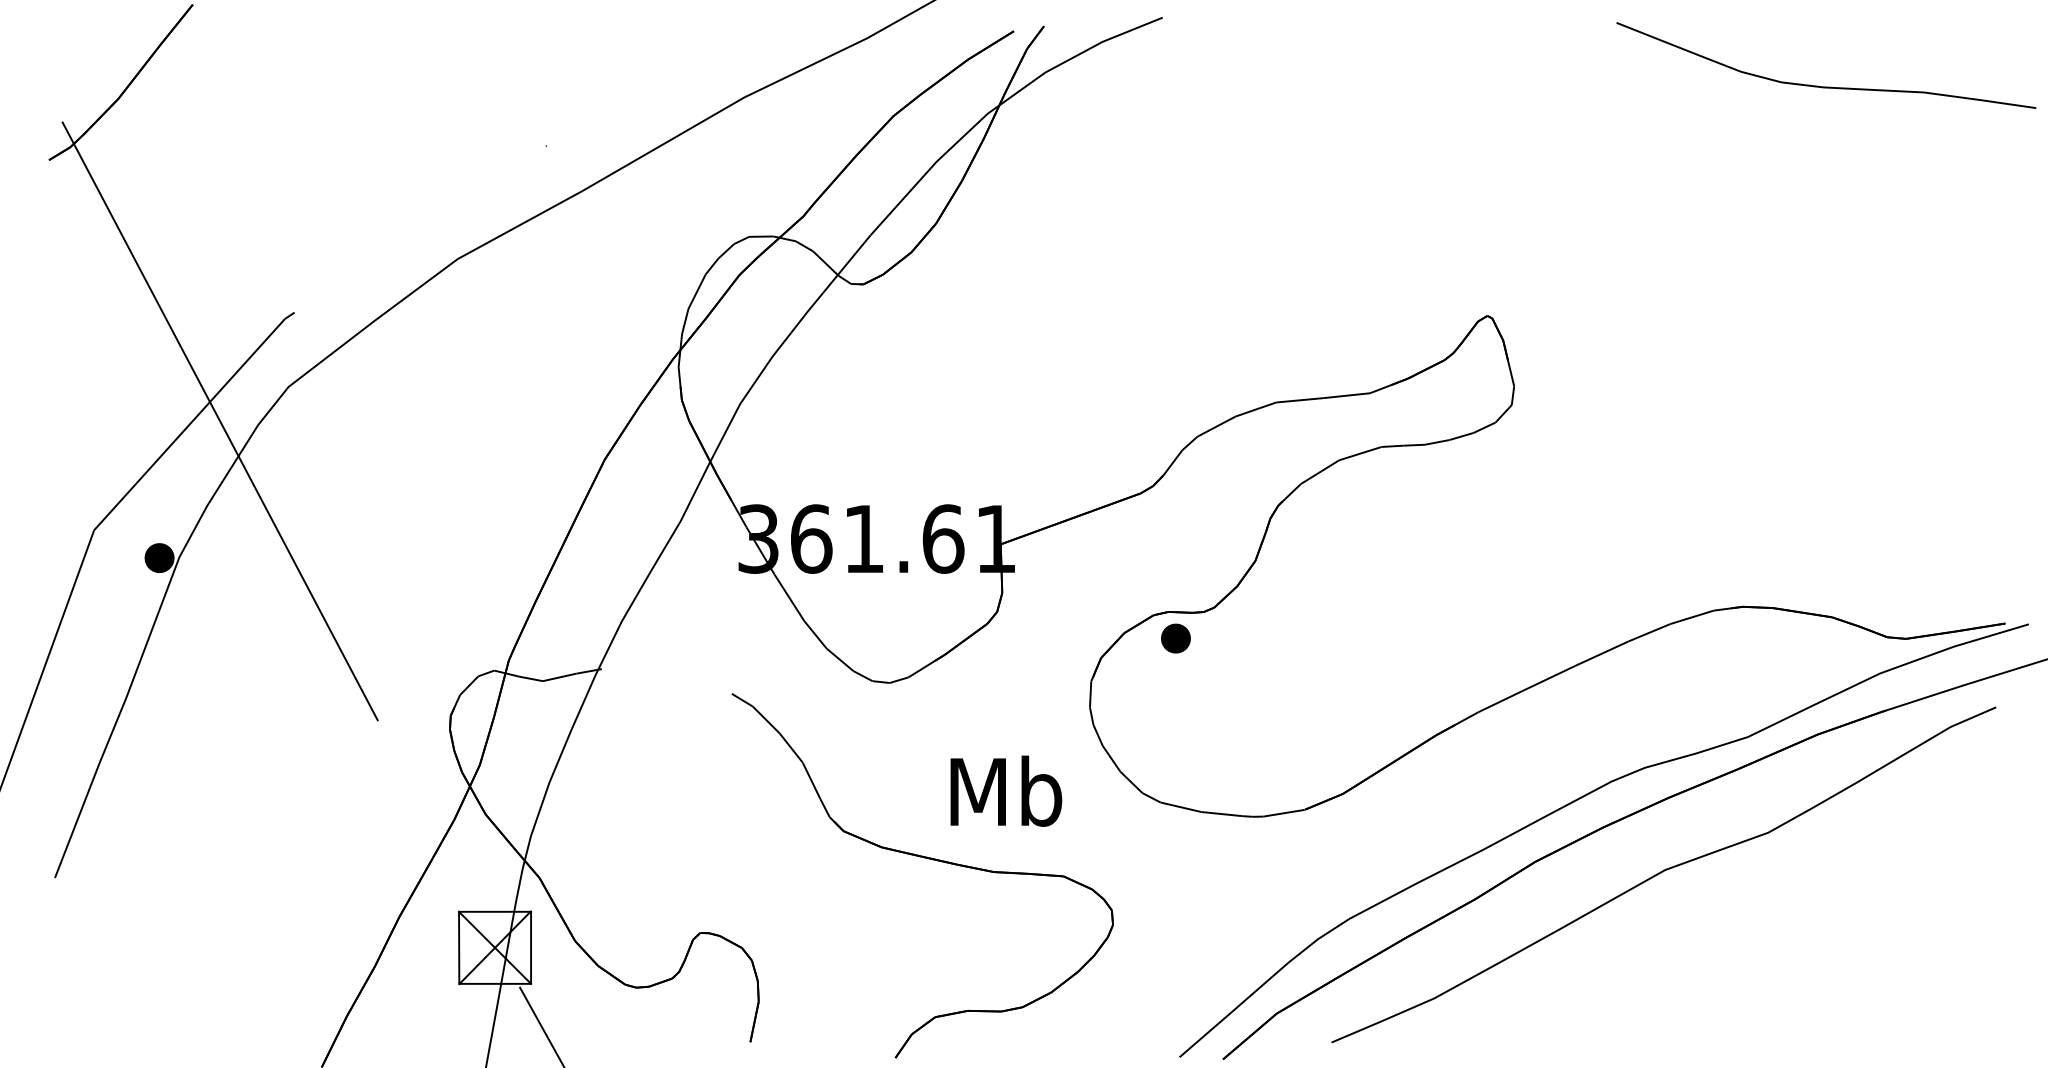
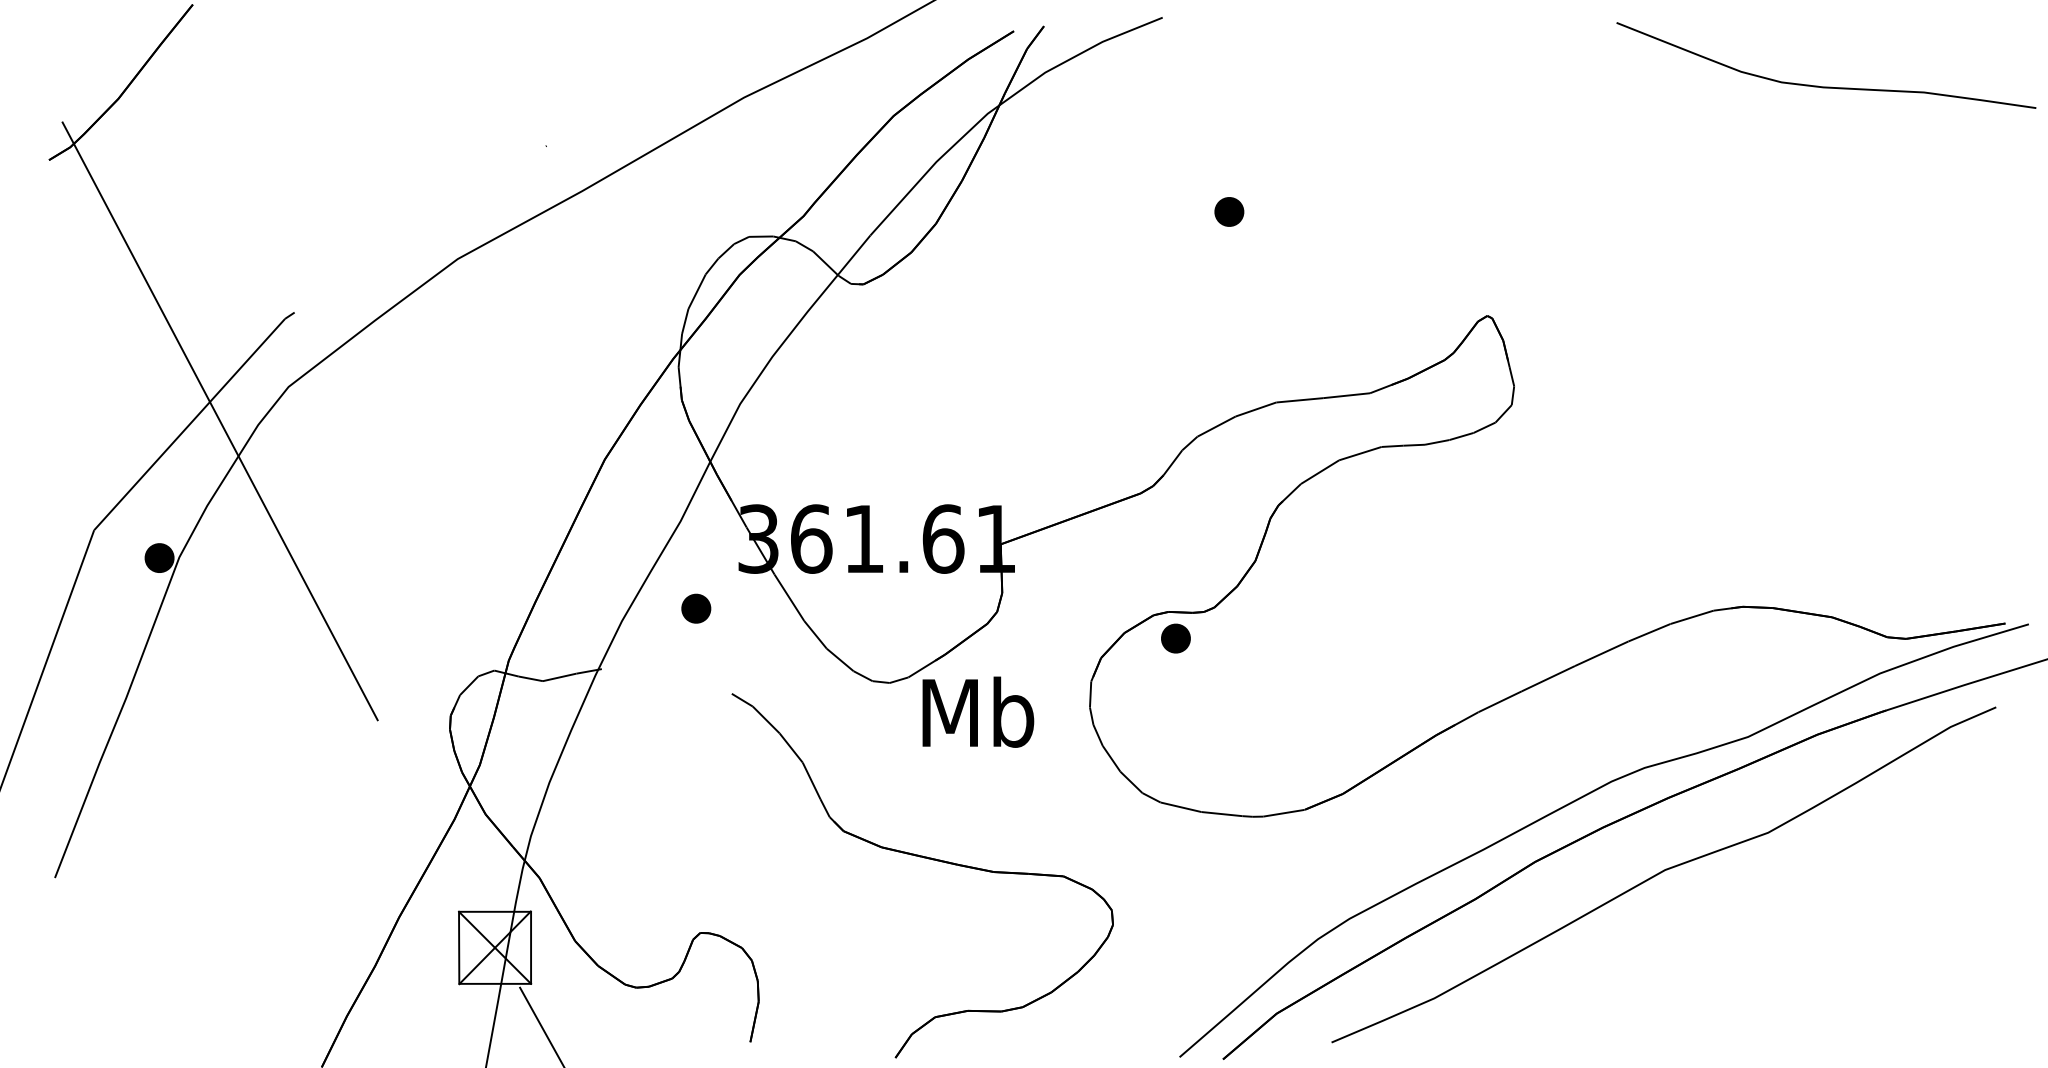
part at (1229, 211): none -> present
part at (696, 608): none -> present
text at (1006, 790) position: (1006, 790) -> (978, 711)
